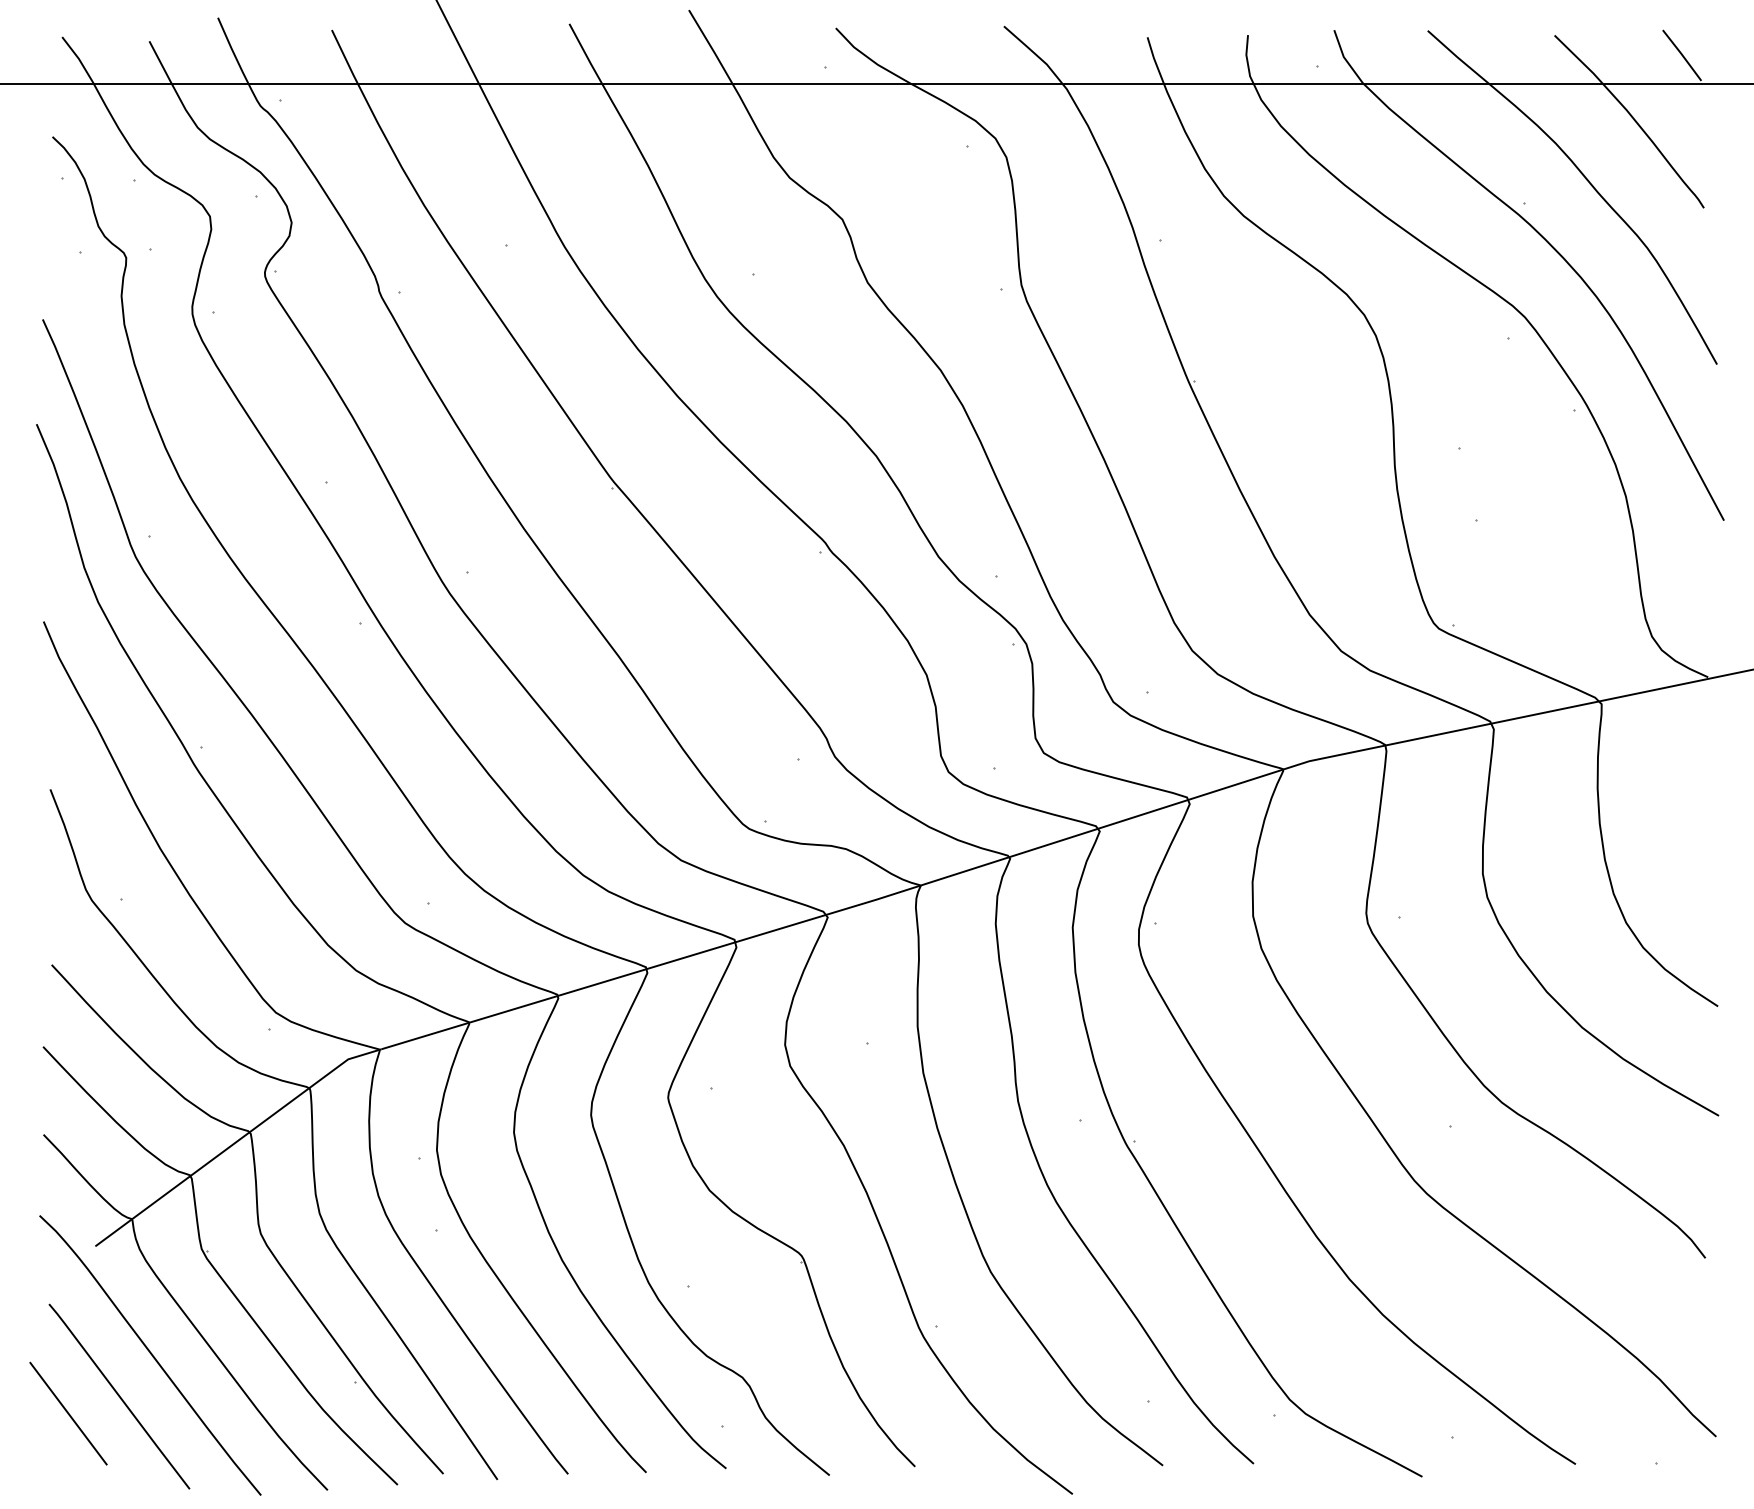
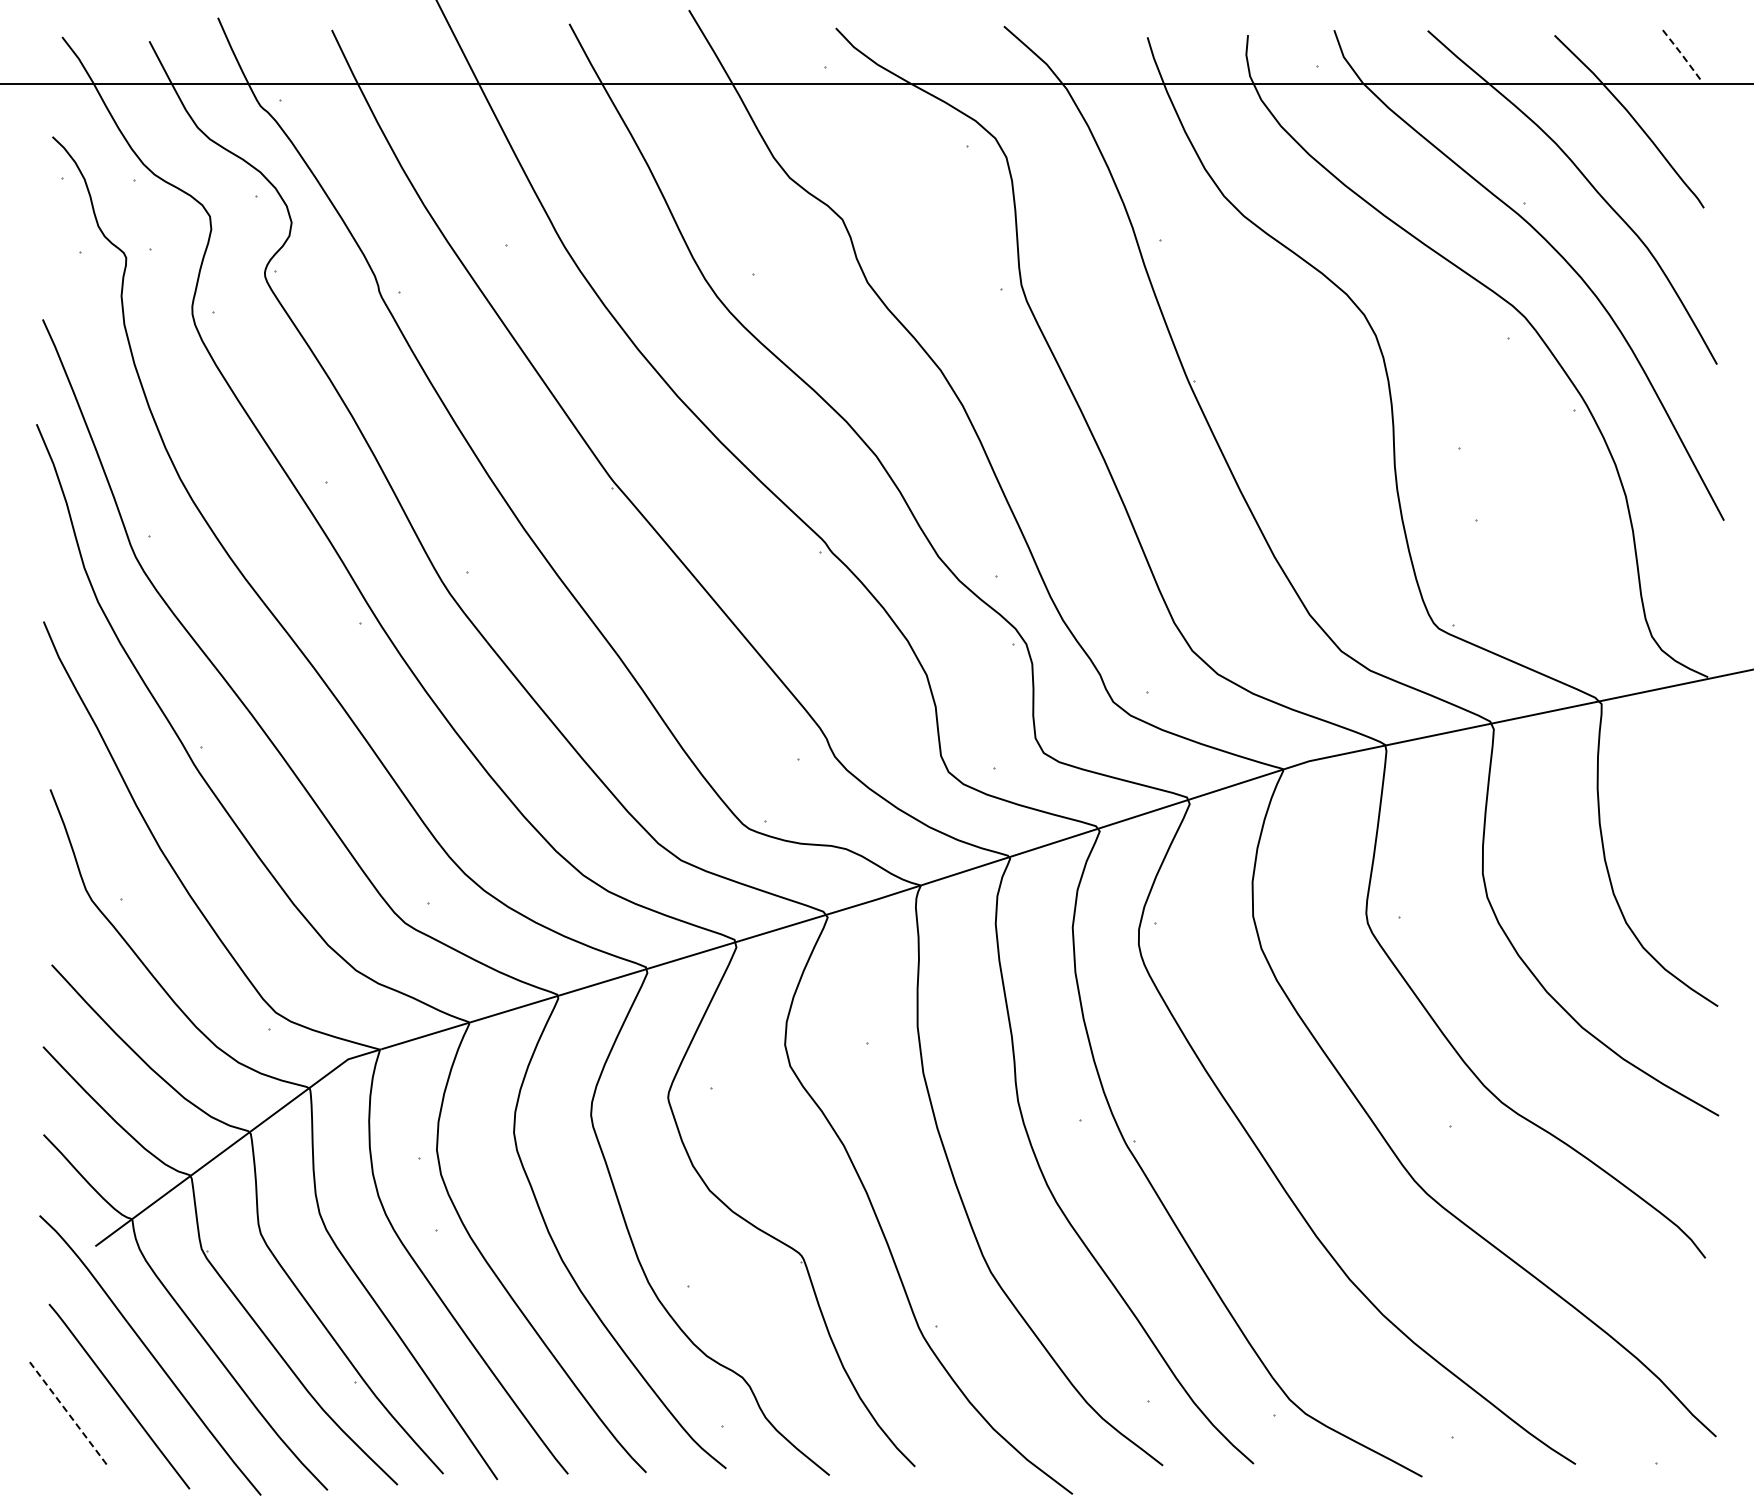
line at (1682, 55): solid -> dashed
line at (68, 1414): solid -> dashed
